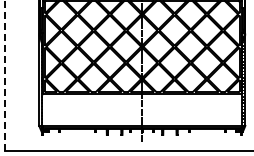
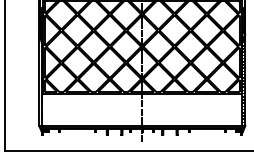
line at (5, 75): dashed -> solid
